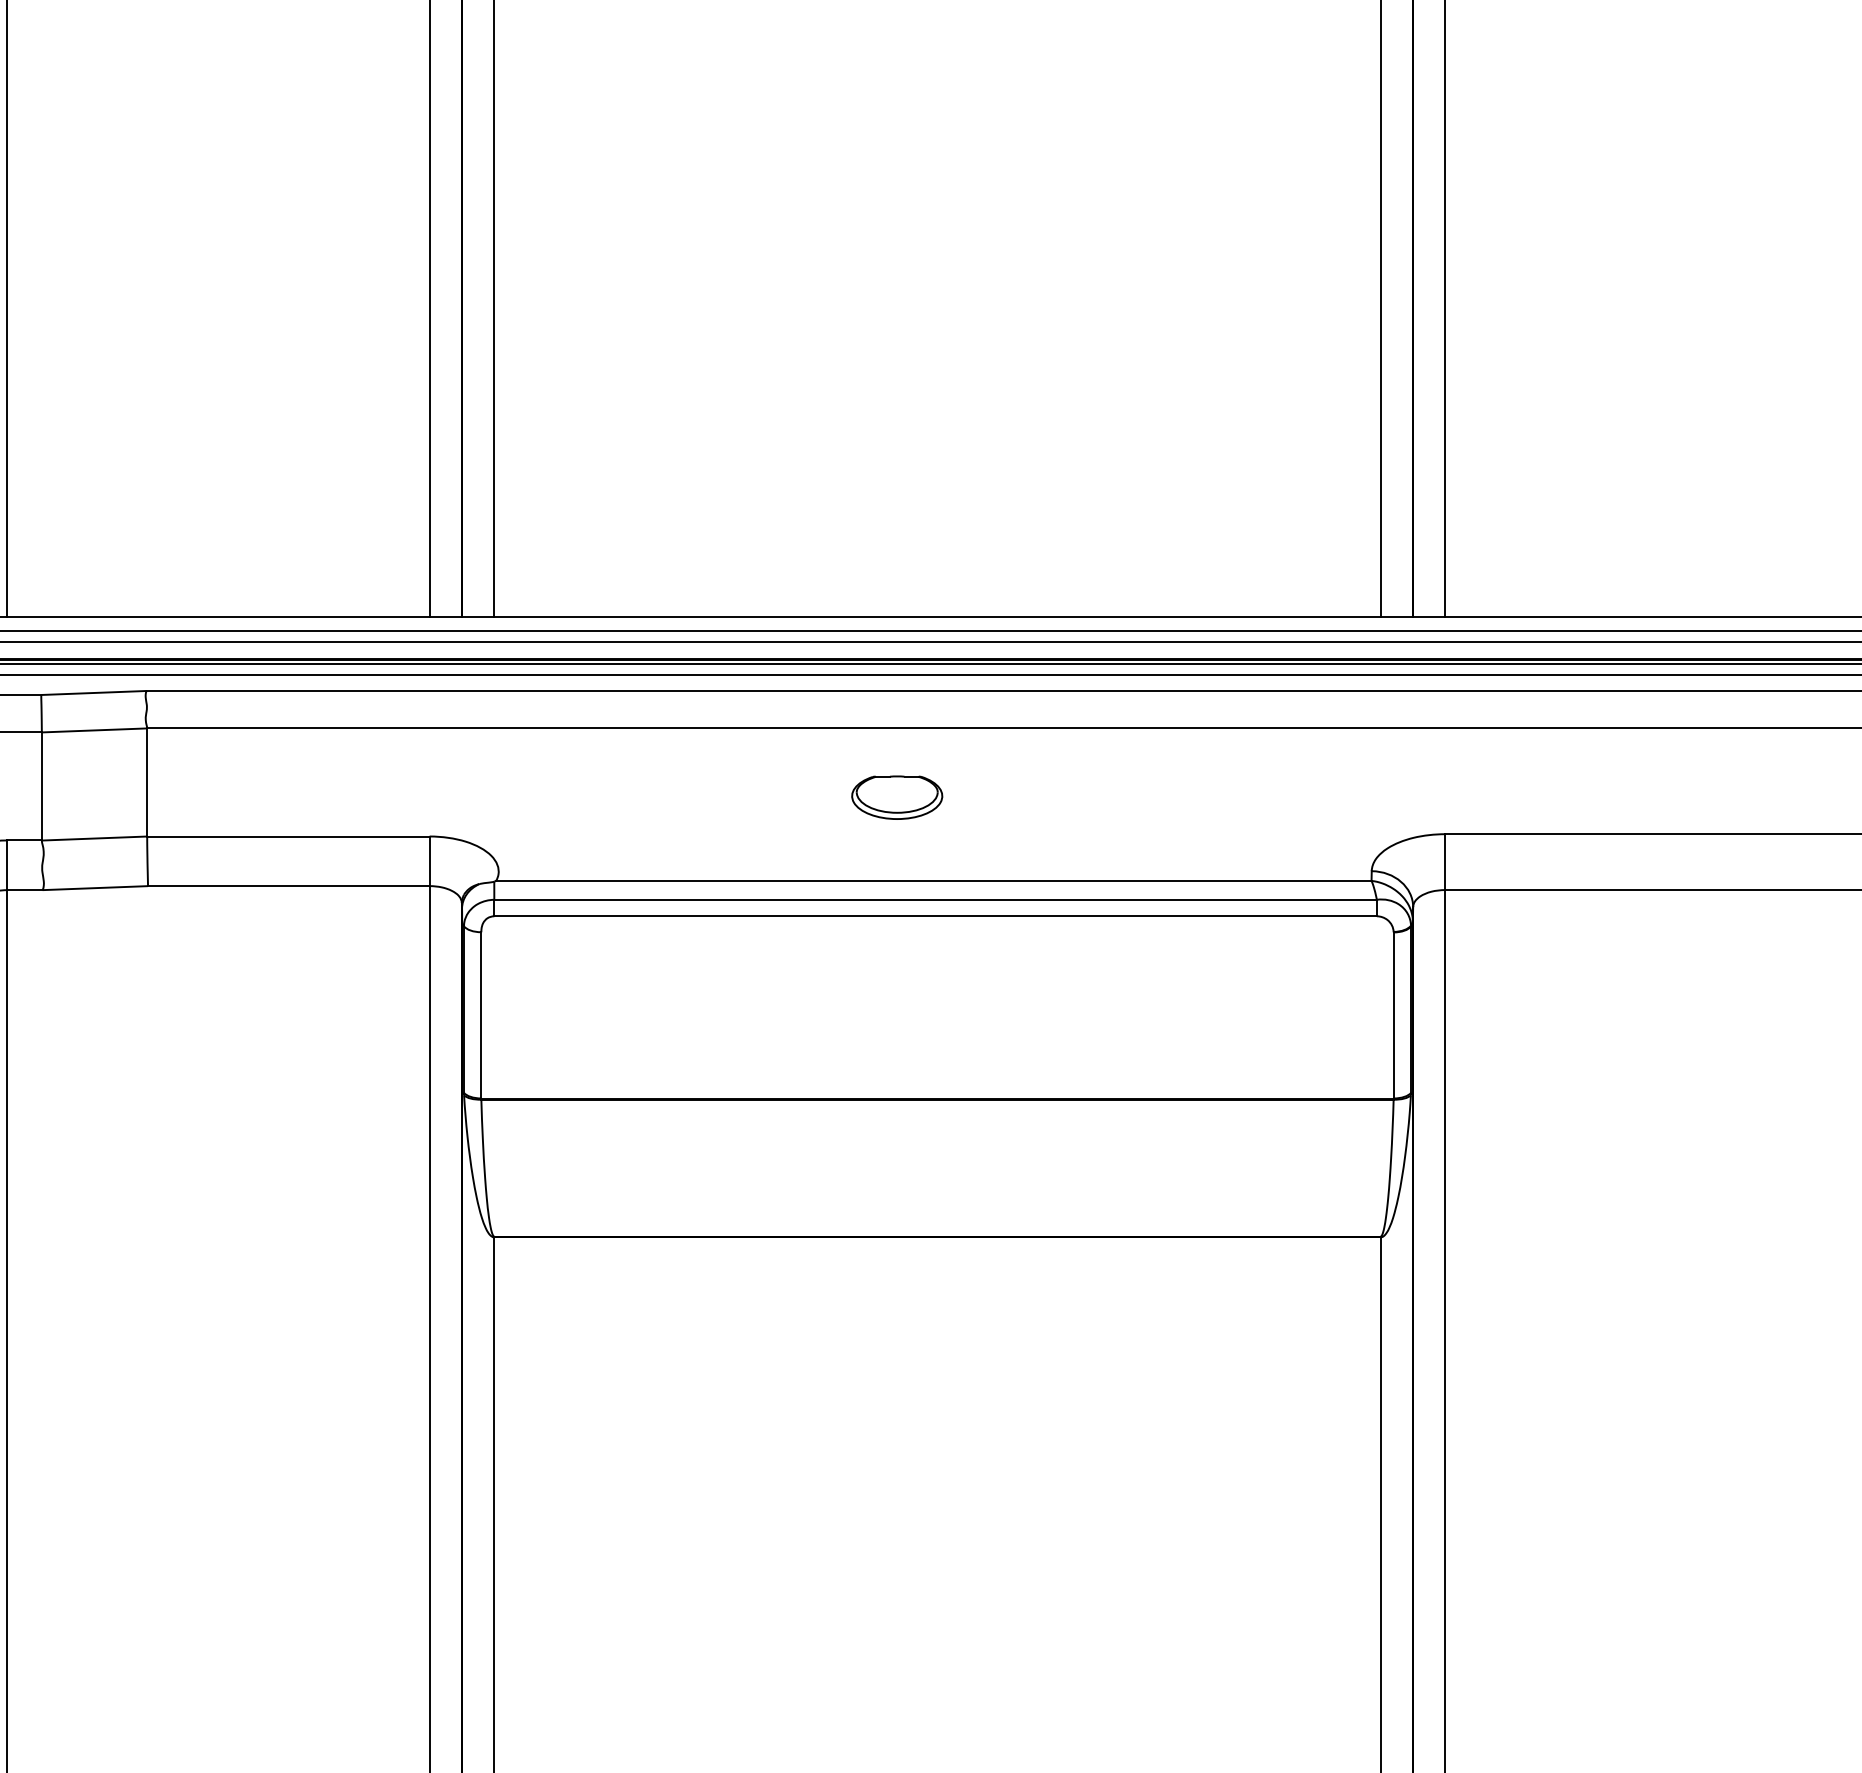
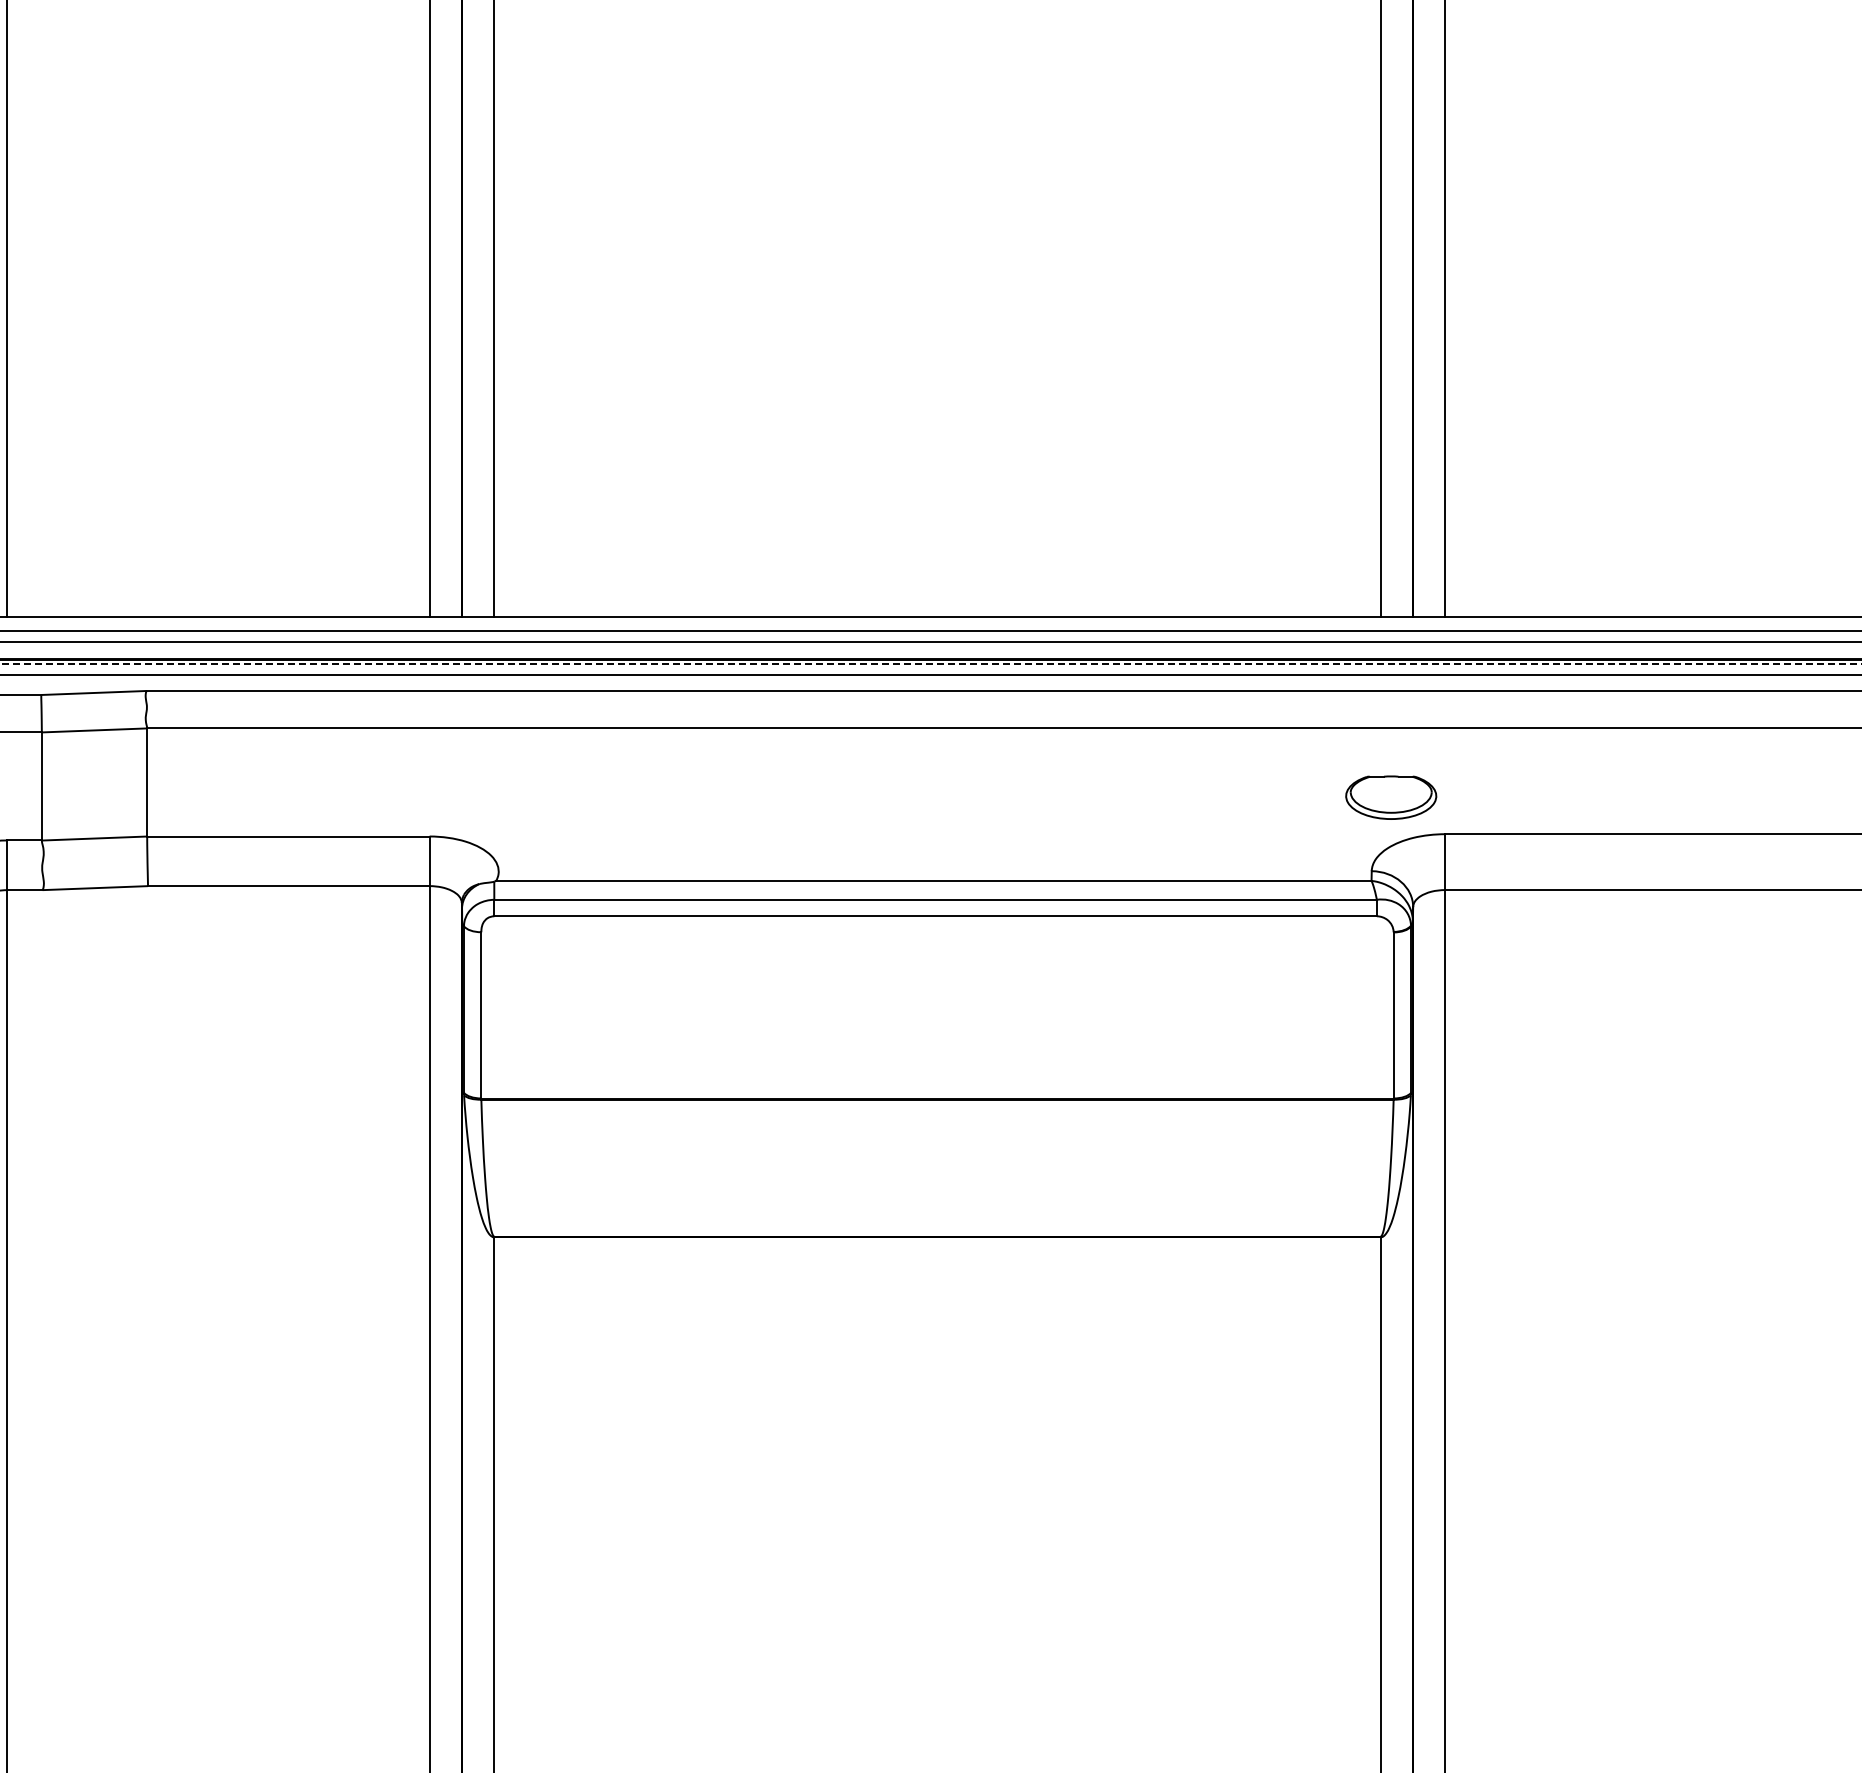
line at (931, 664): solid -> dashed
part at (897, 797) position: (897, 797) -> (1391, 797)
